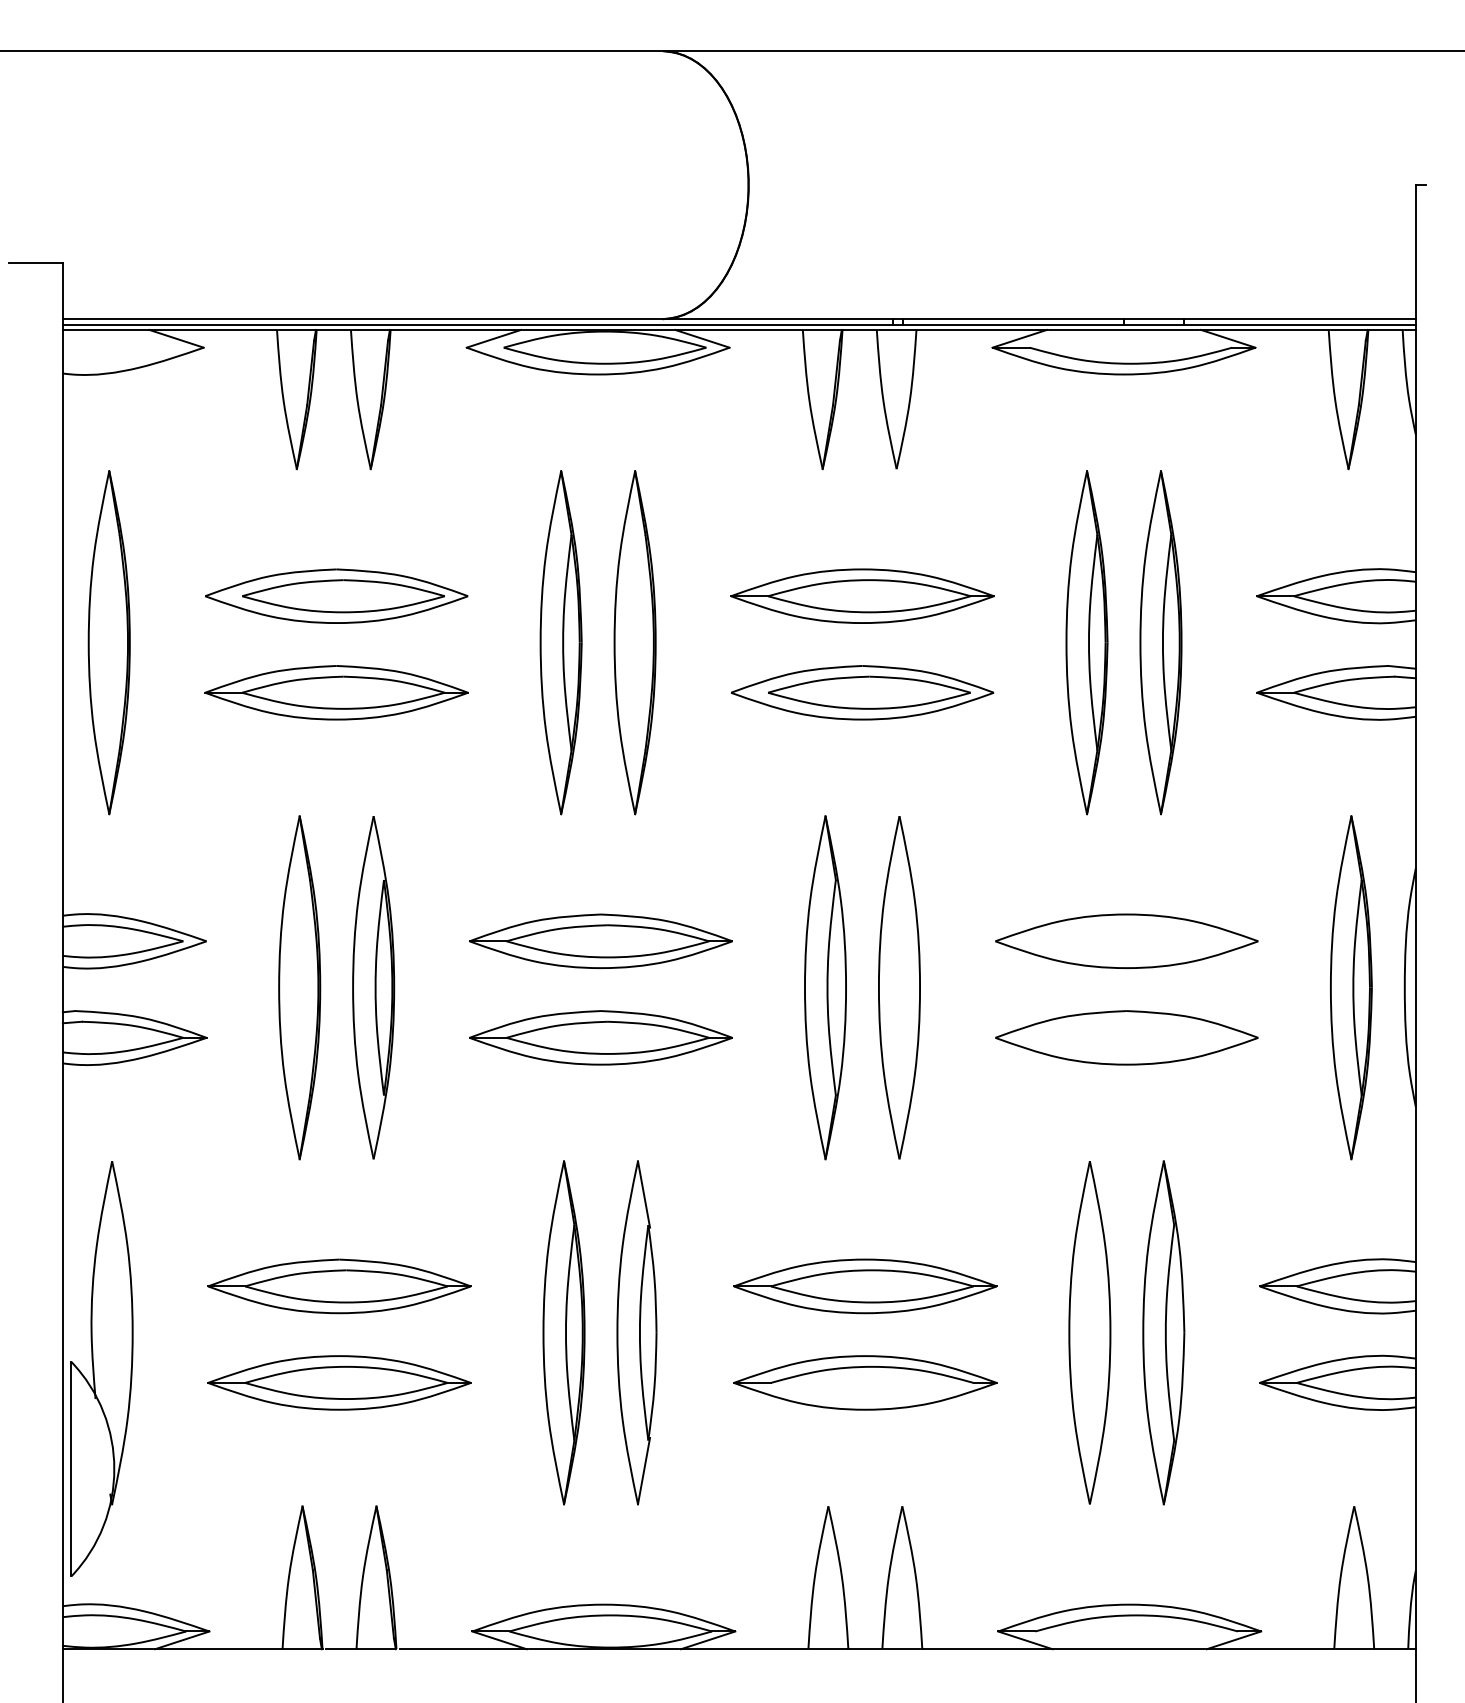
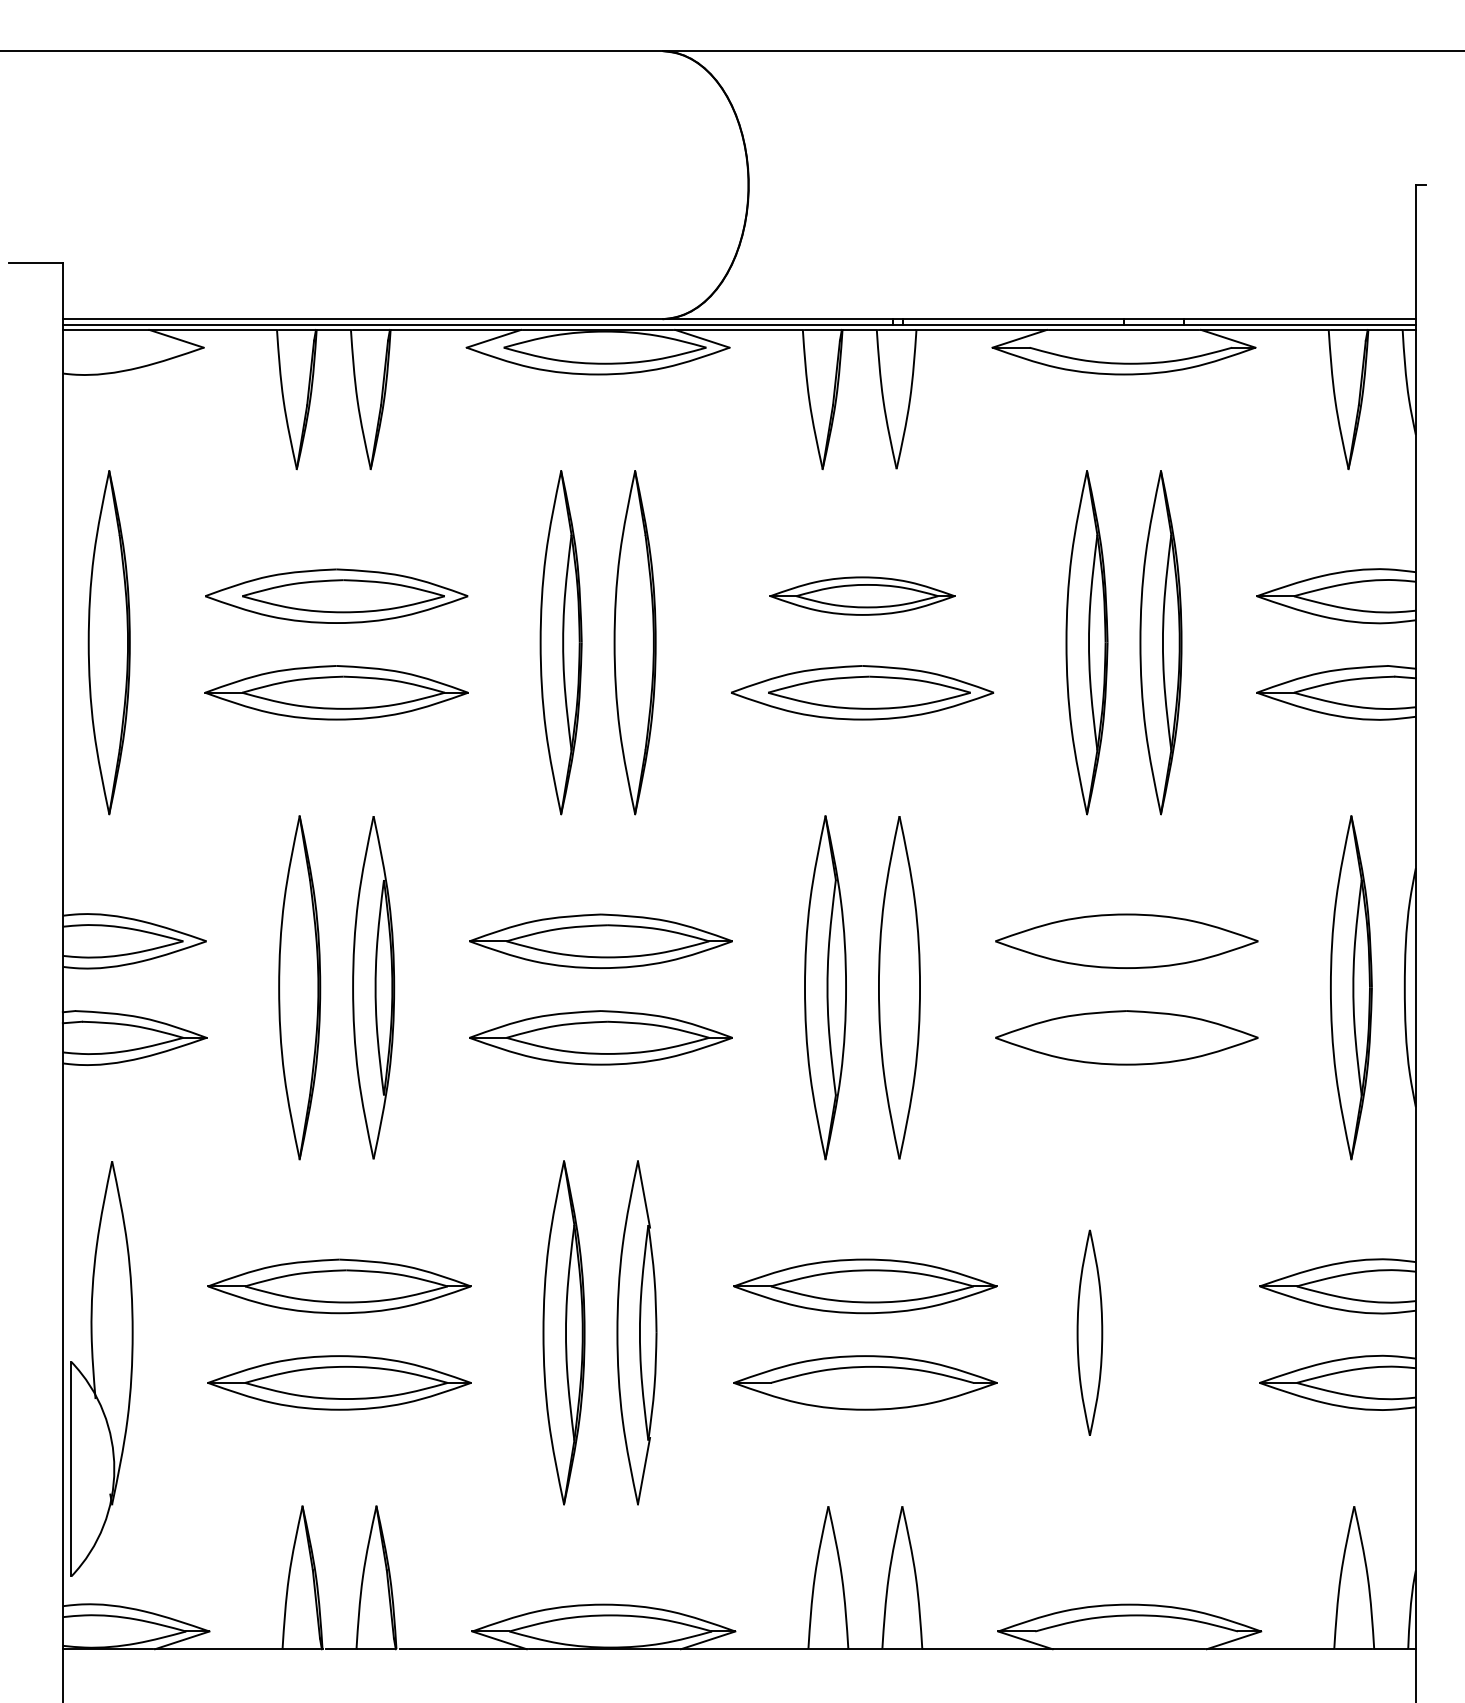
part at (862, 595) size: 265x56 px -> 187x40 px
part at (1089, 1332) size: 44x344 px -> 28x207 px
part at (1163, 1332): present -> none
